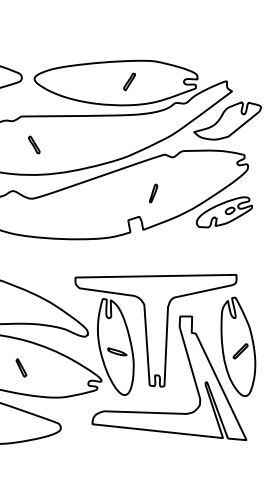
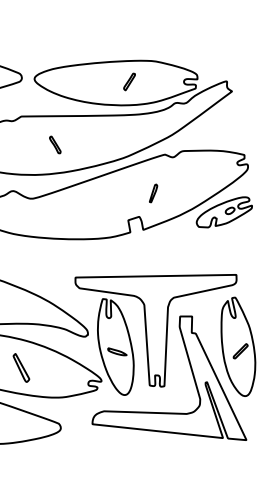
part at (227, 120): present -> none
part at (34, 144) position: (34, 144) -> (55, 144)
part at (21, 367) size: 13x20 px -> 19x30 px
